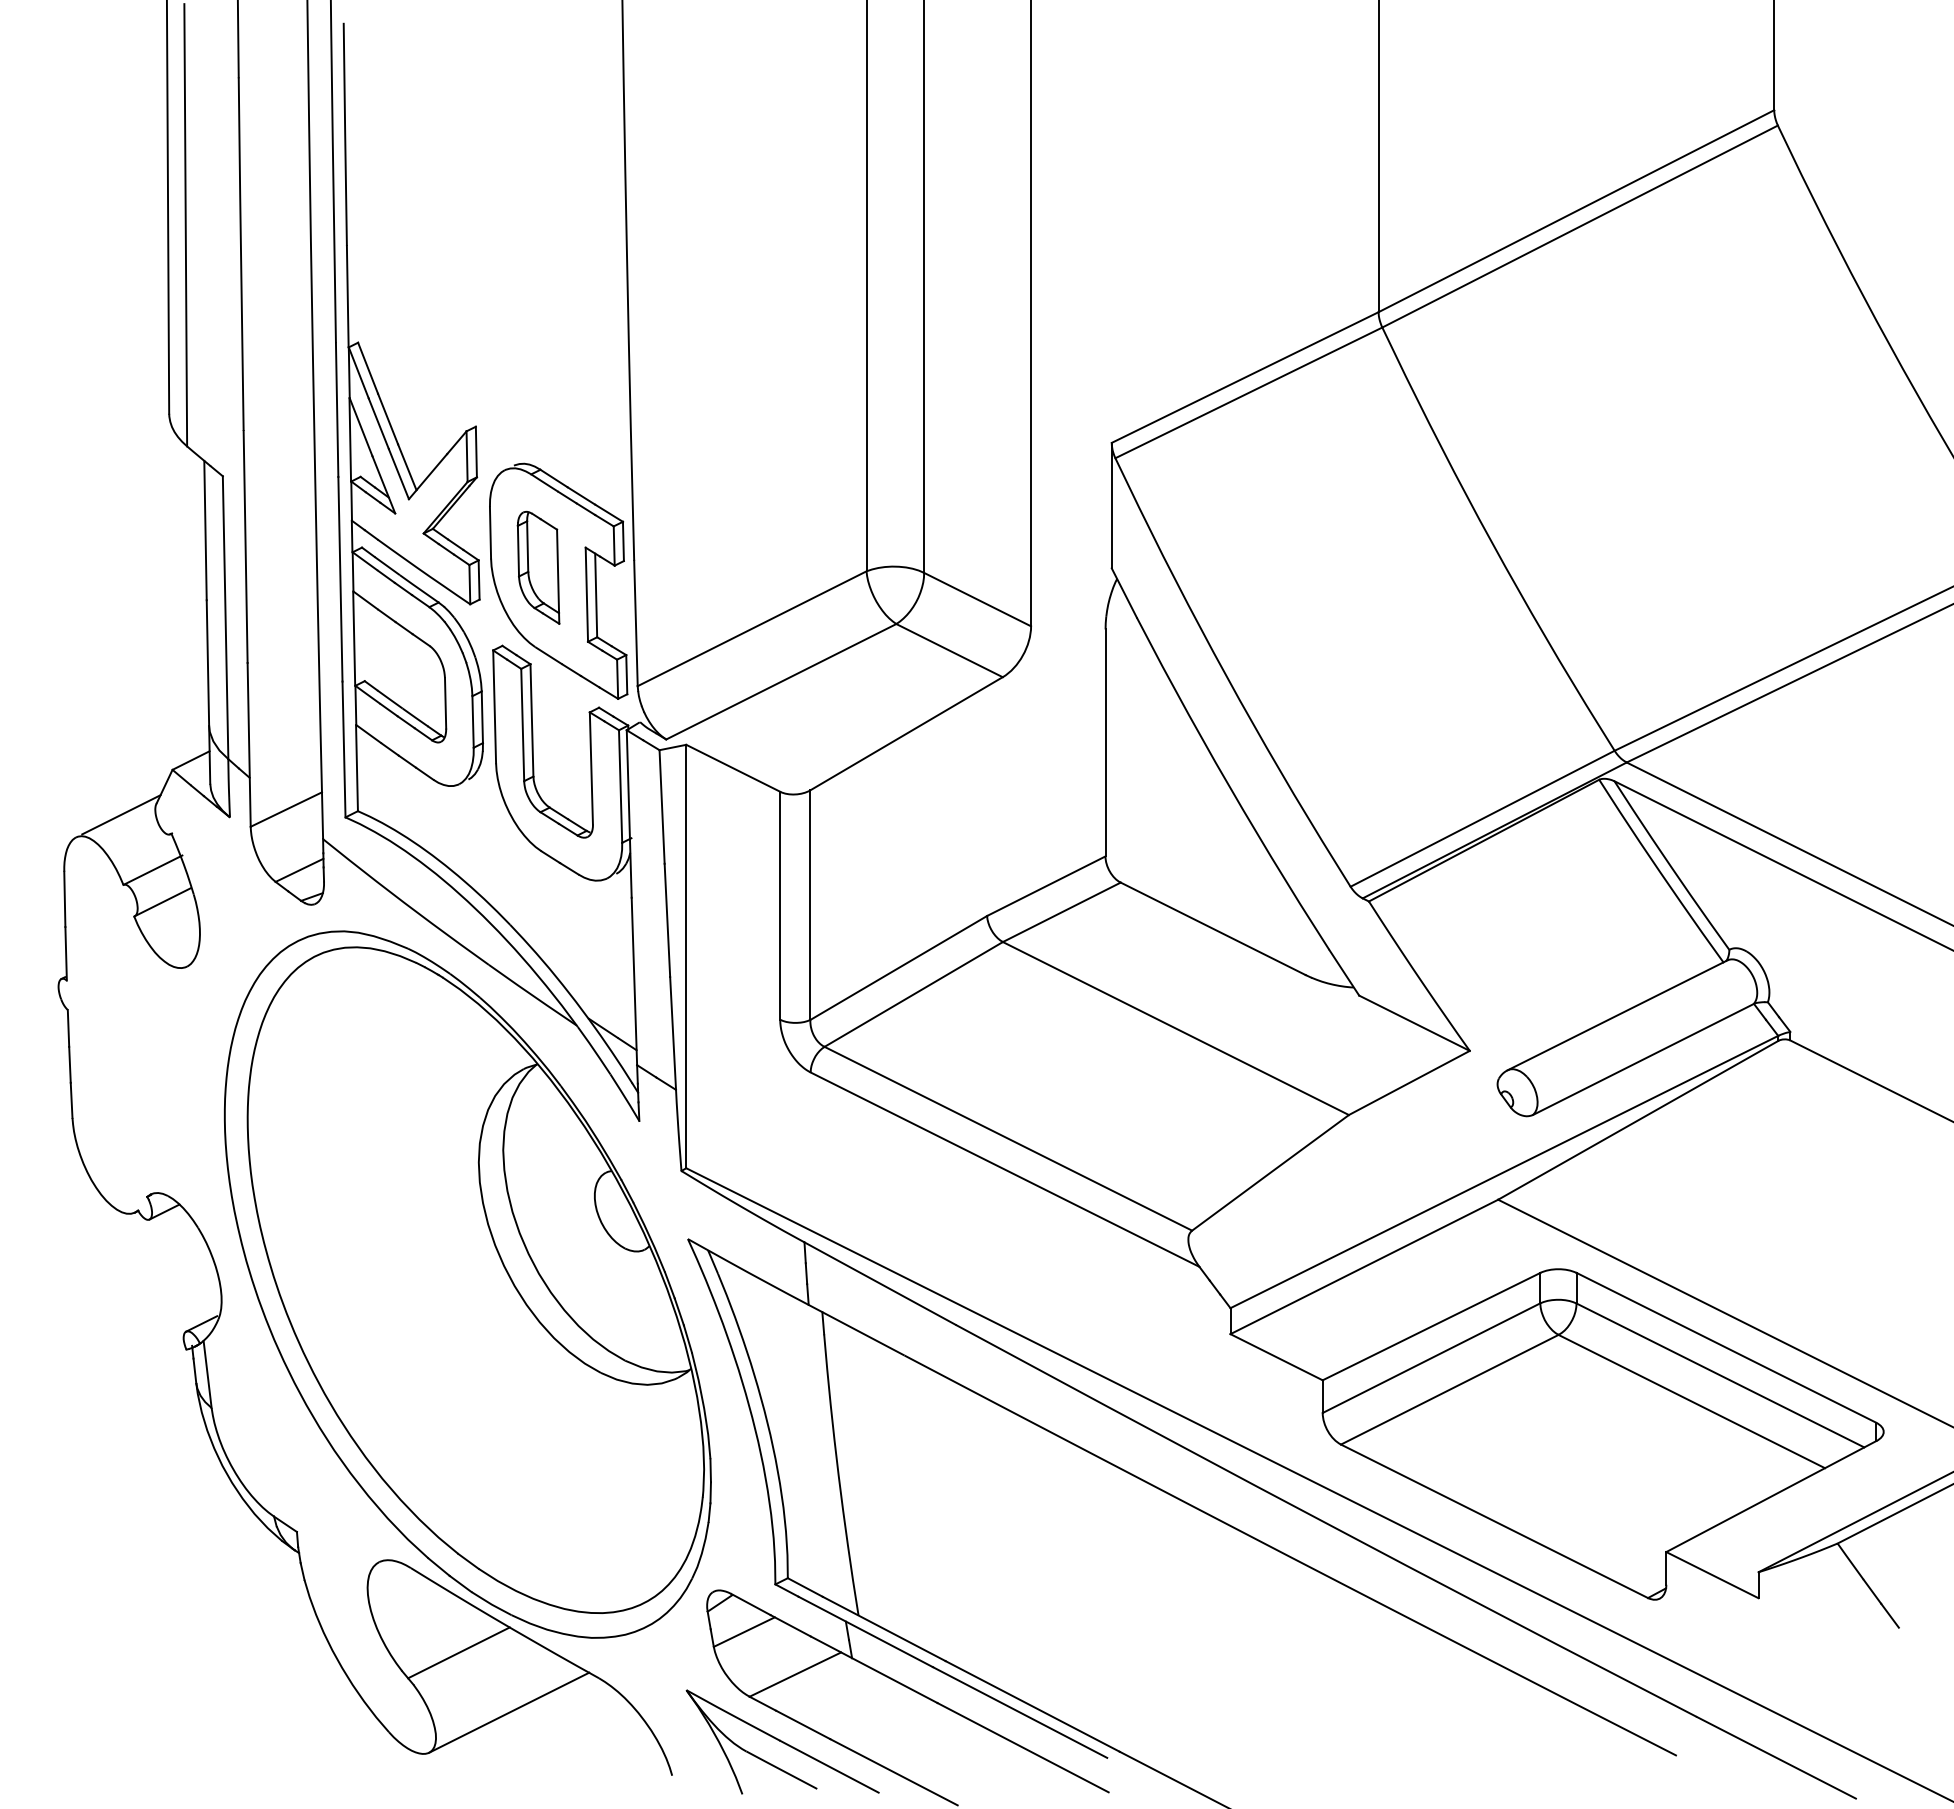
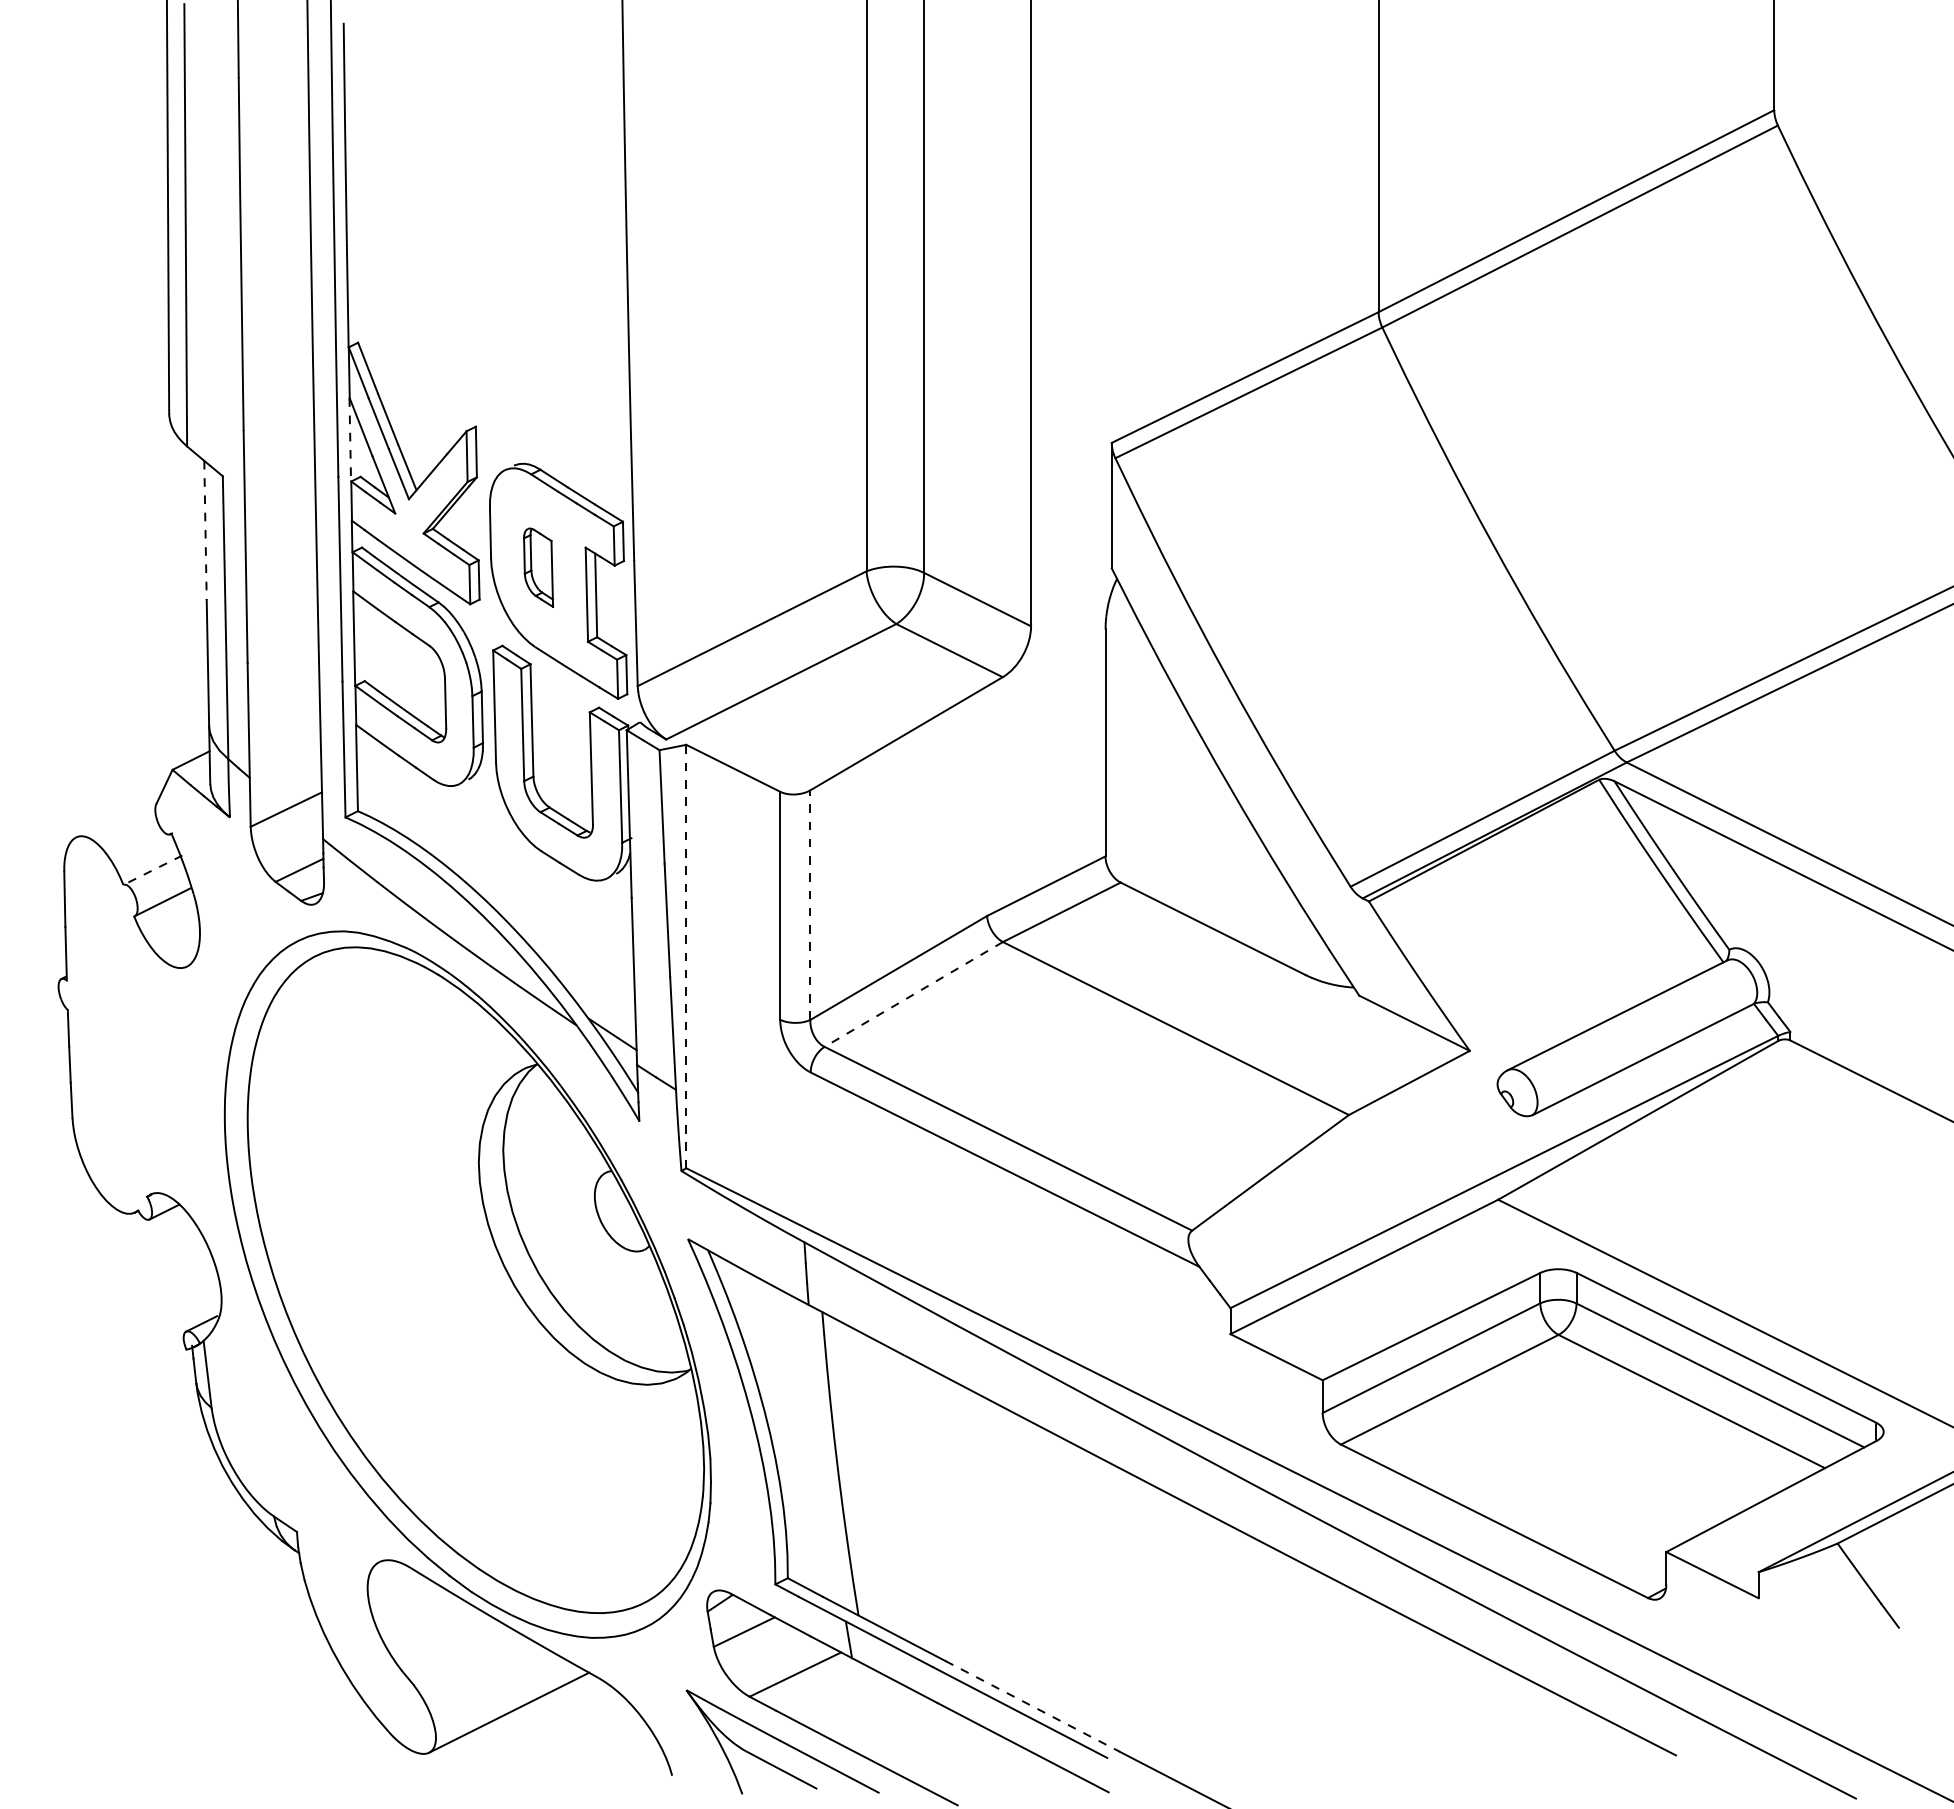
line at (350, 439): solid -> dashed
line at (205, 530): solid -> dashed
part at (538, 567) size: 45x115 px -> 32x81 px
line at (121, 814): present -> none
line at (152, 870): solid -> dashed
line at (810, 905): solid -> dashed
line at (686, 956): solid -> dashed
line at (913, 994): solid -> dashed
line at (458, 1652): present -> none
line at (1033, 1706): solid -> dashed
